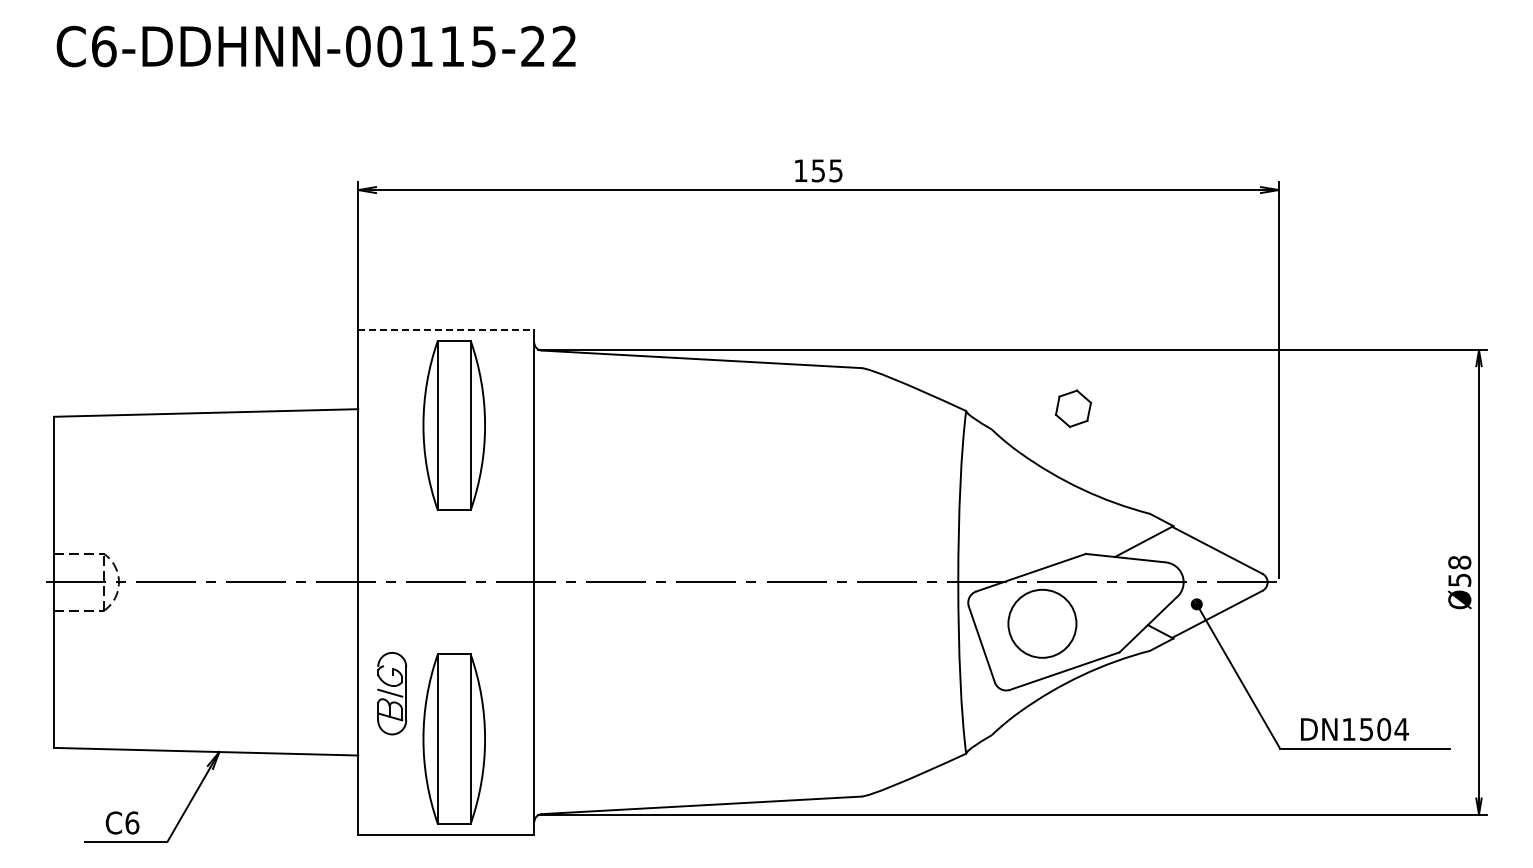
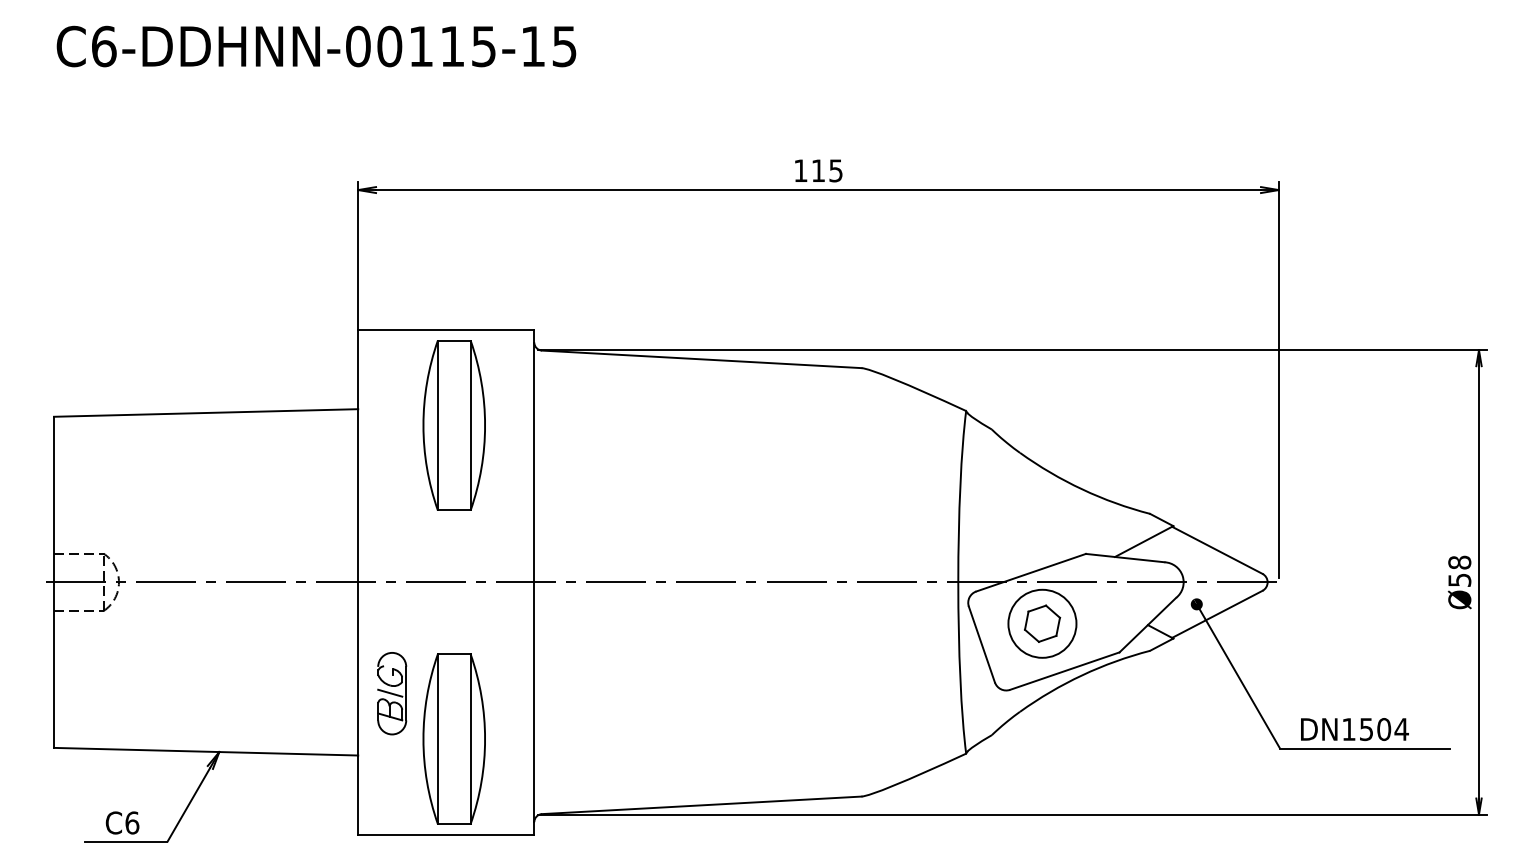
text at (548, 46): C6-DDHNN-00115-22 -> C6-DDHNN-00115-15
text at (817, 170): 155 -> 115
line at (446, 330): dashed -> solid
part at (1073, 408) position: (1073, 408) -> (1042, 623)
